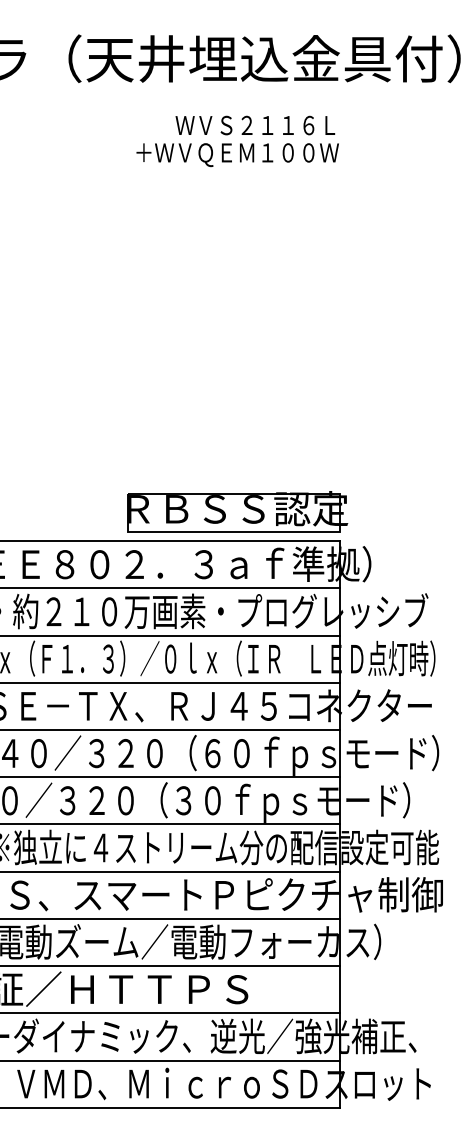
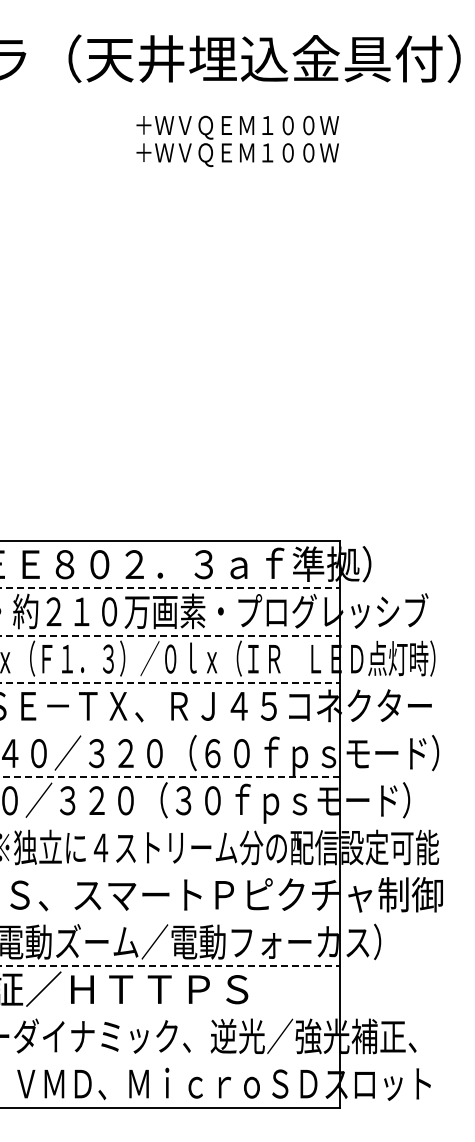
text at (237, 127): ＷＶＳ２１１６Ｌ -> ＋ＷＶＱＥＭ１００Ｗ
part at (237, 511): present -> none
line at (170, 588): solid -> dashed
line at (170, 635): solid -> dashed
line at (170, 682): solid -> dashed
line at (170, 729): present -> none
line at (169, 777): solid -> dashed
line at (170, 824): present -> none
line at (170, 871): present -> none
line at (170, 918): present -> none
line at (170, 966): solid -> dashed
line at (170, 1013): present -> none
line at (170, 1060): present -> none
